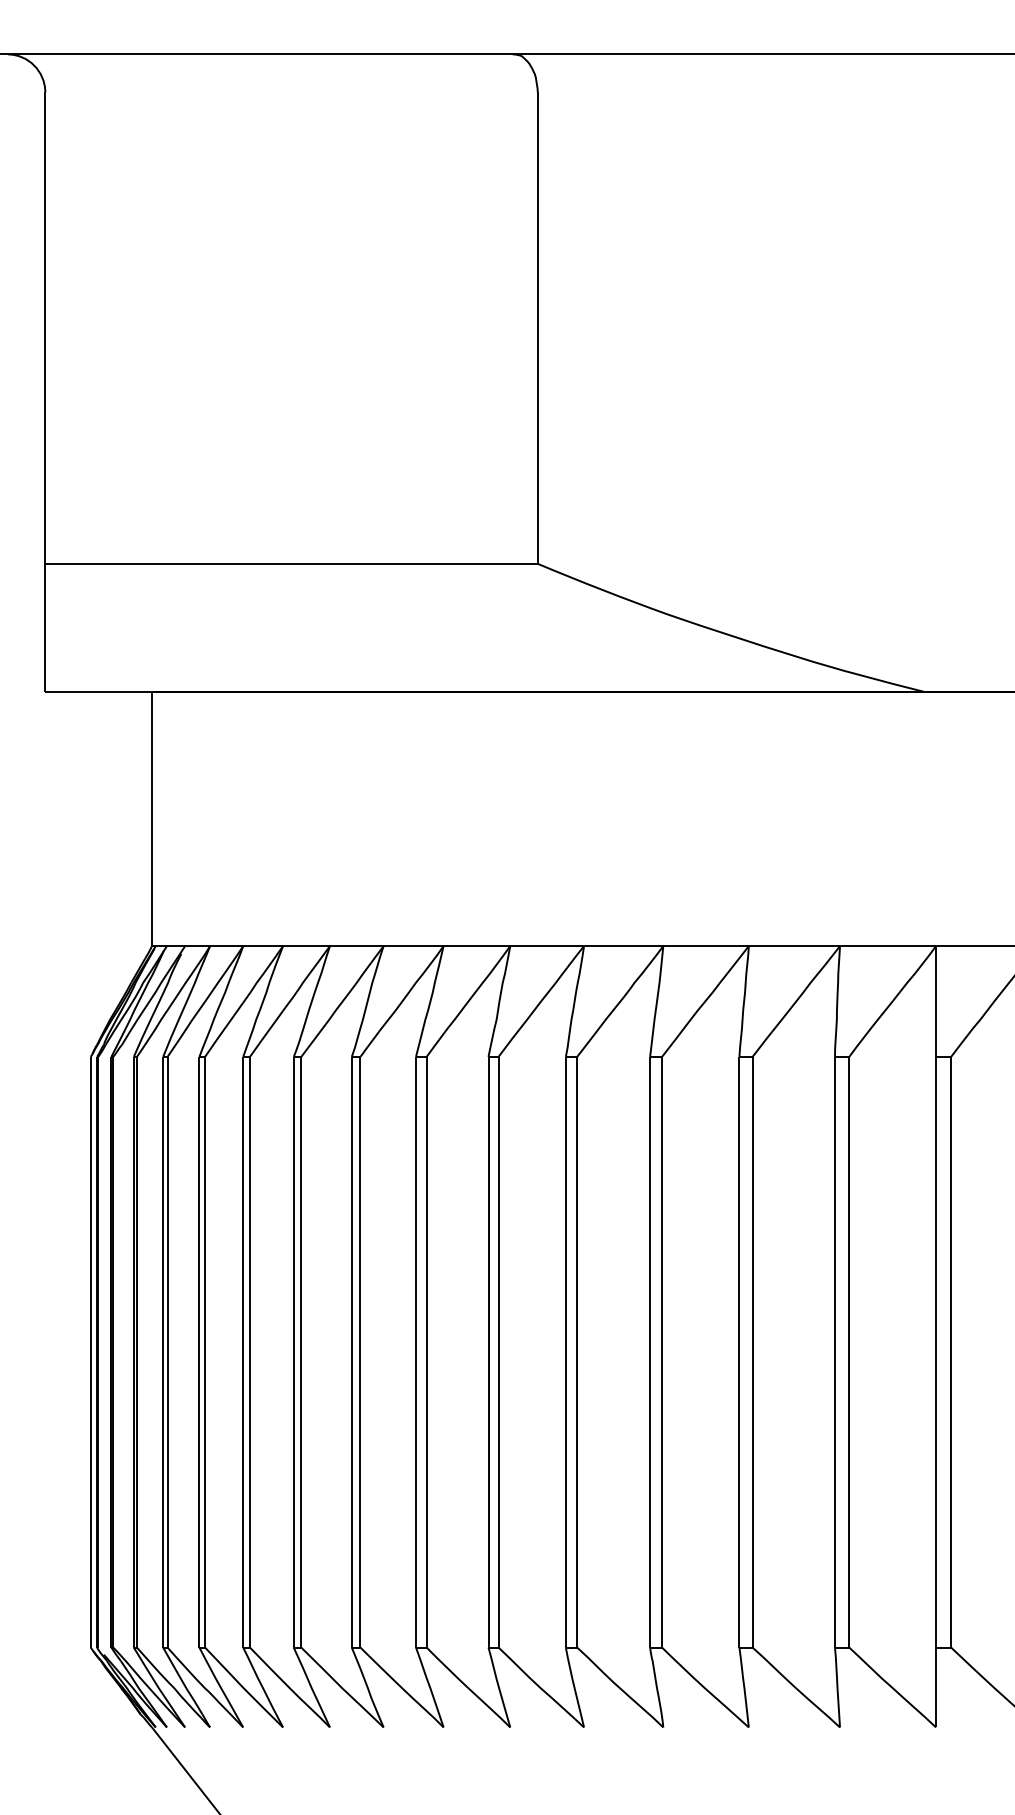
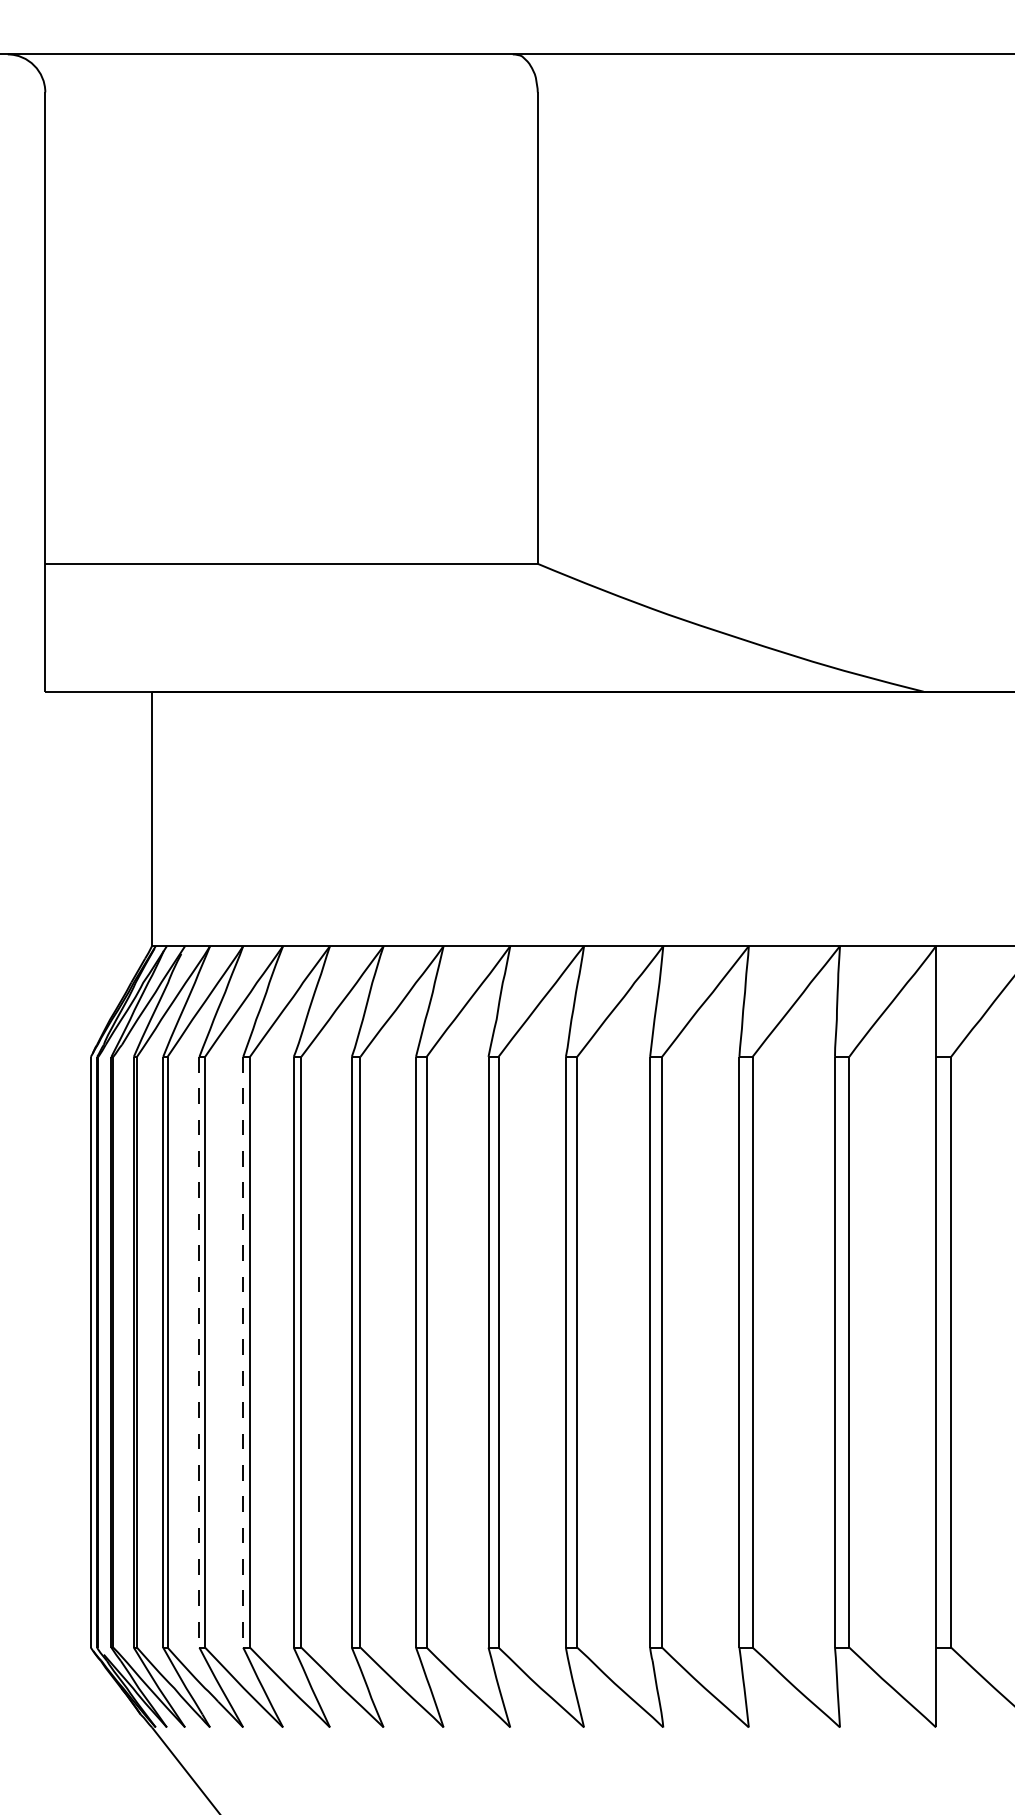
line at (199, 1352): solid -> dashed
line at (243, 1352): solid -> dashed
